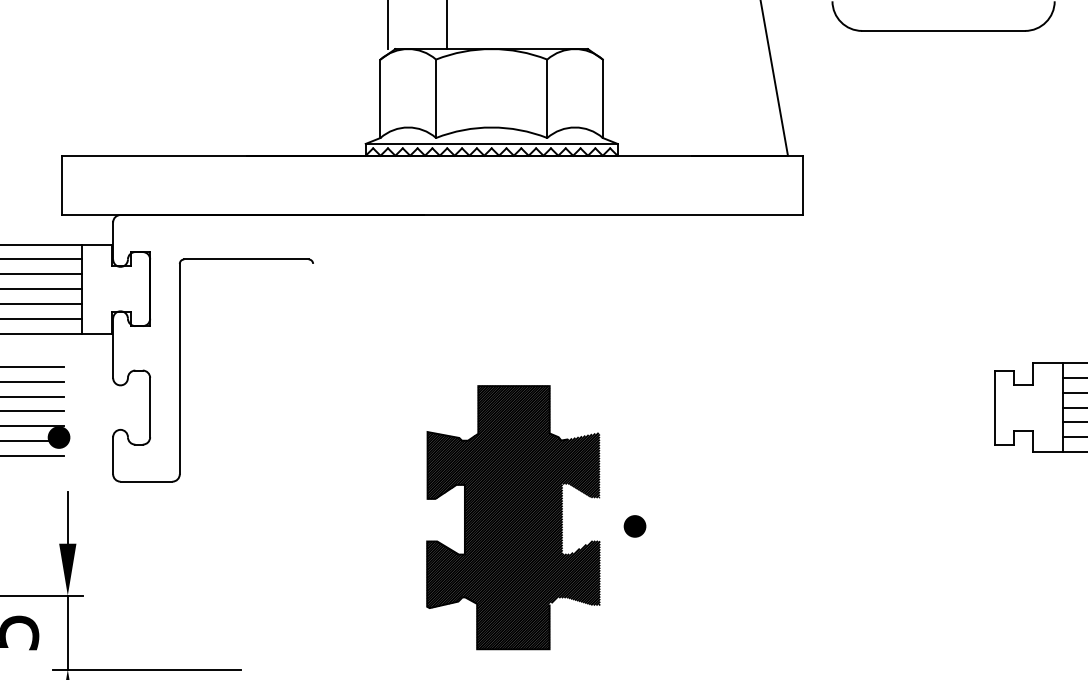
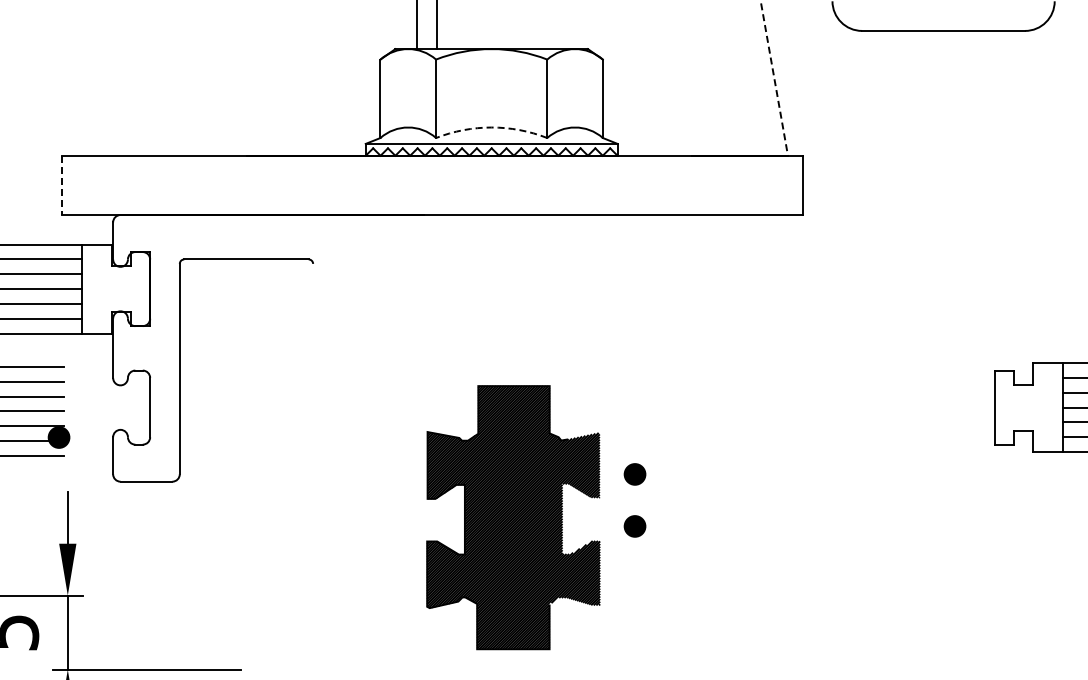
line at (387, 25) position: (387, 25) -> (416, 25)
line at (447, 25) position: (447, 25) -> (437, 25)
line at (774, 78): solid -> dashed
arc at (491, 127): solid -> dashed
line at (62, 185): solid -> dashed
part at (634, 474): none -> present
